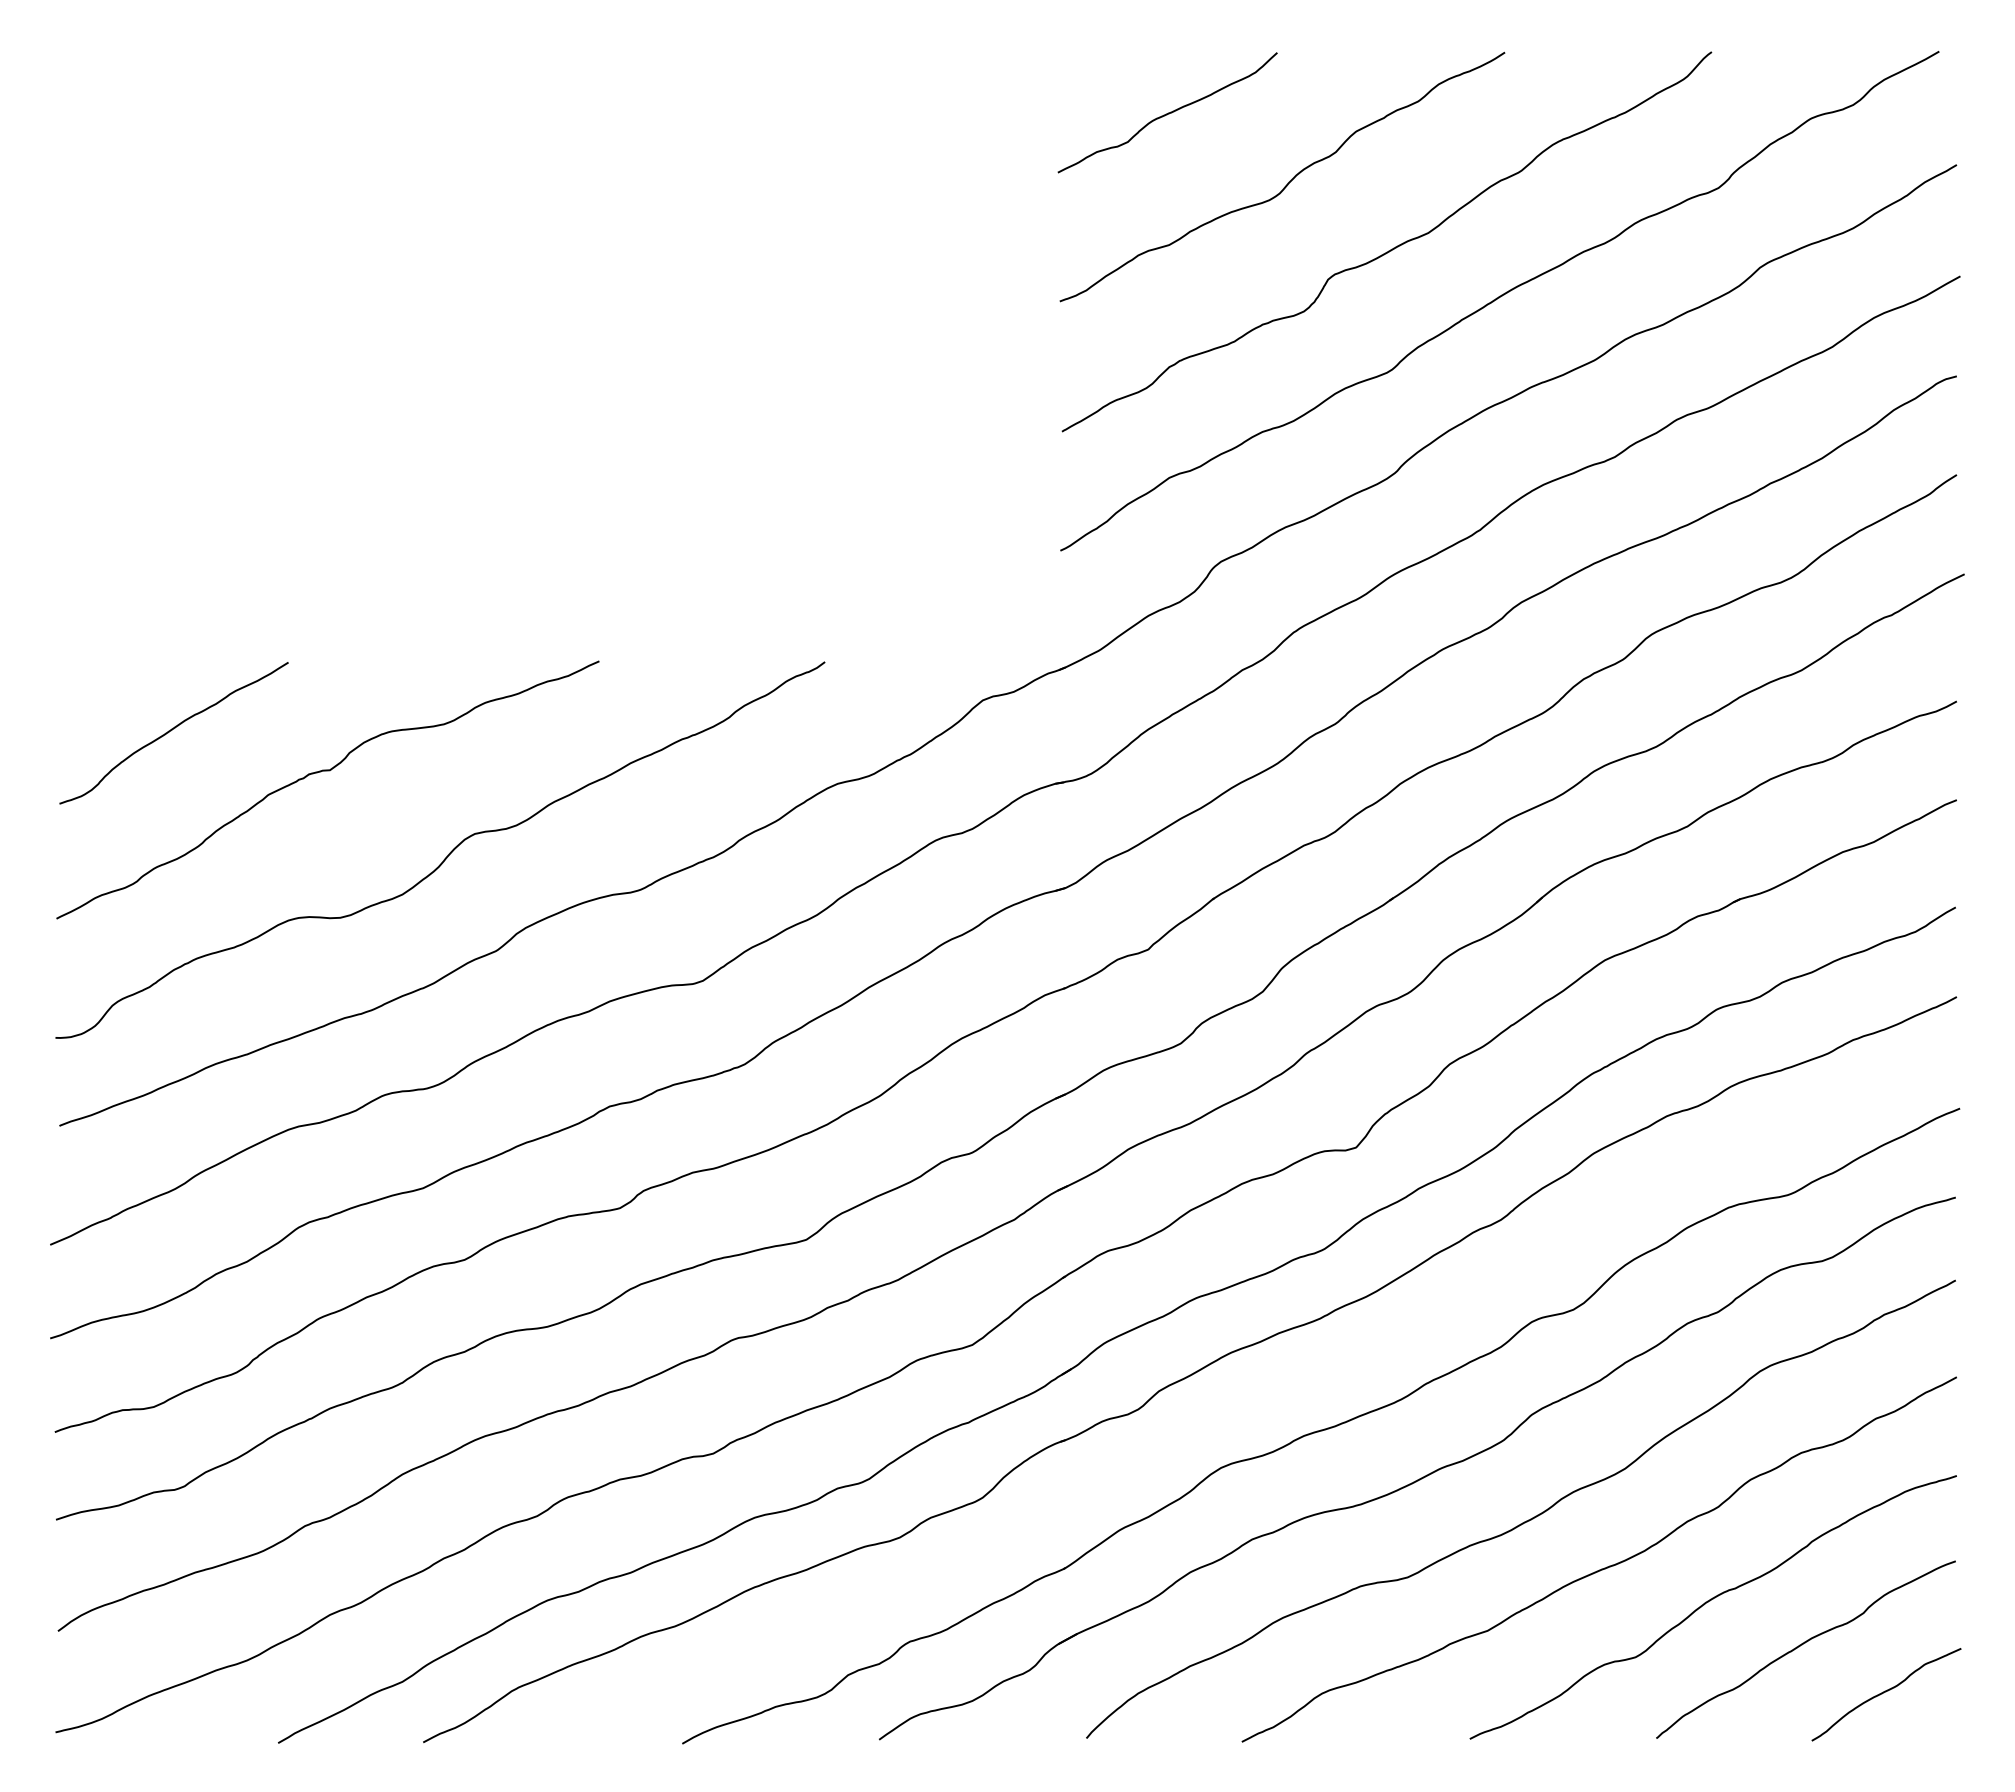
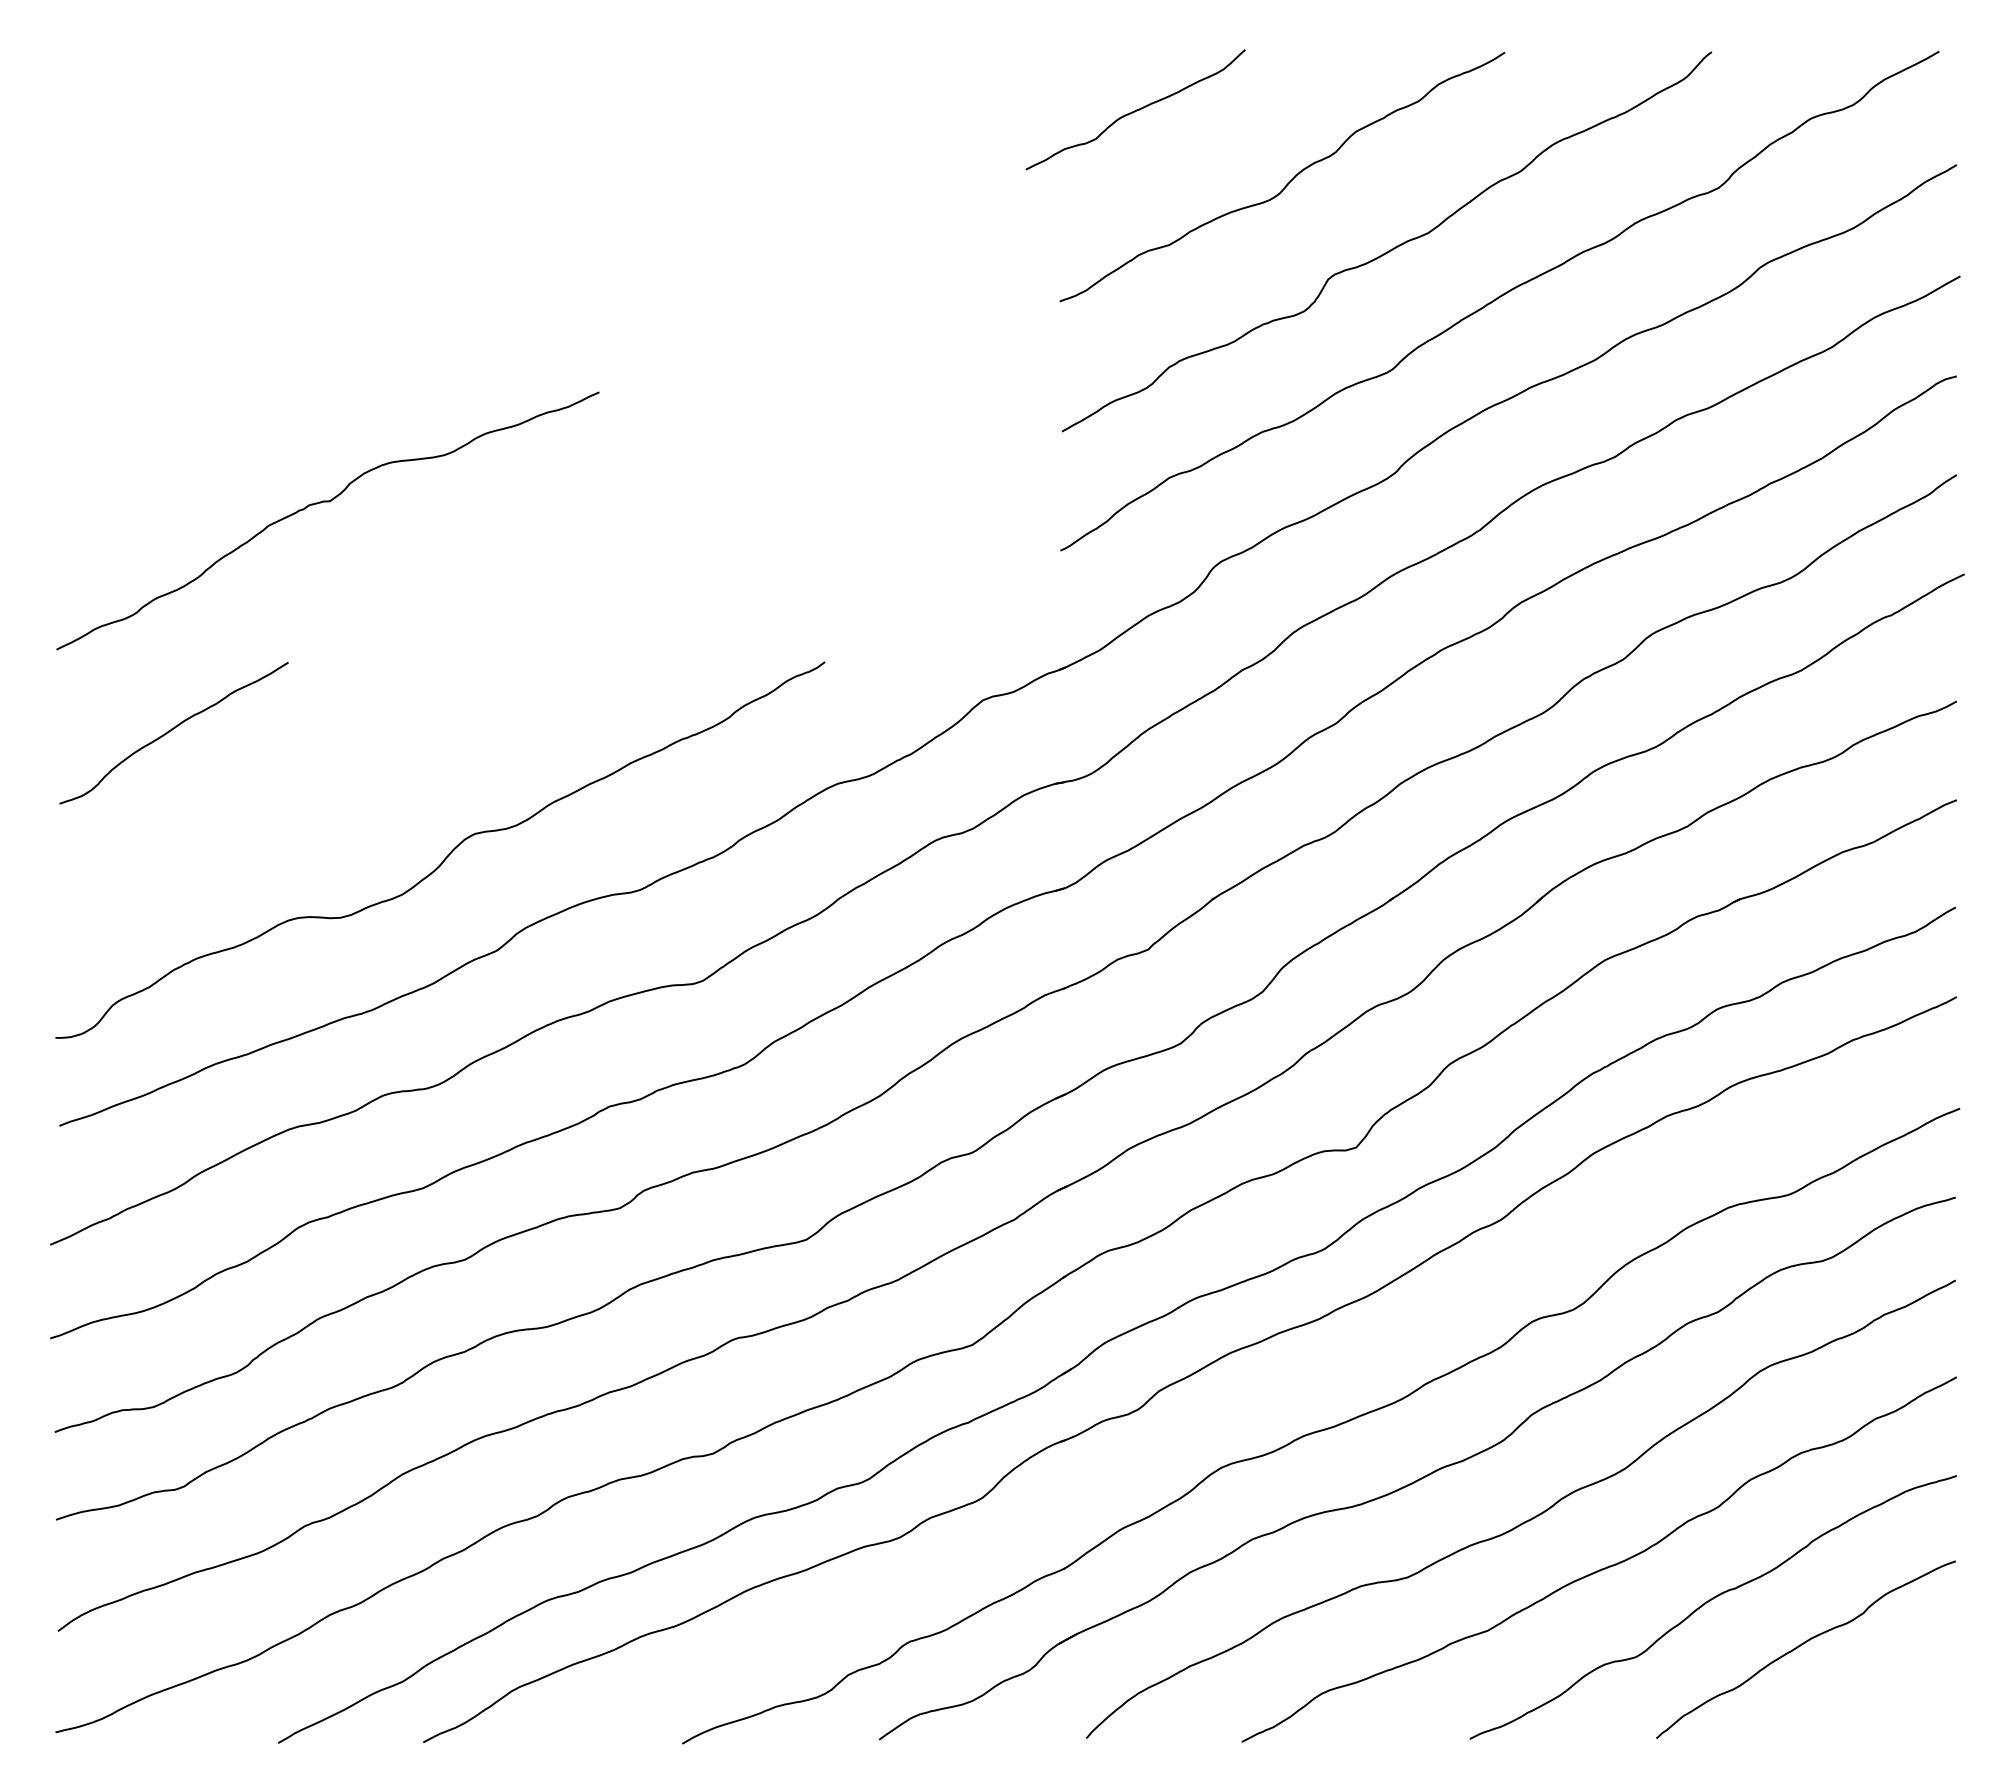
curve at (1168, 112) position: (1168, 112) -> (1136, 109)
curve at (327, 771) position: (327, 771) -> (327, 502)
curve at (1886, 1692): present -> none
